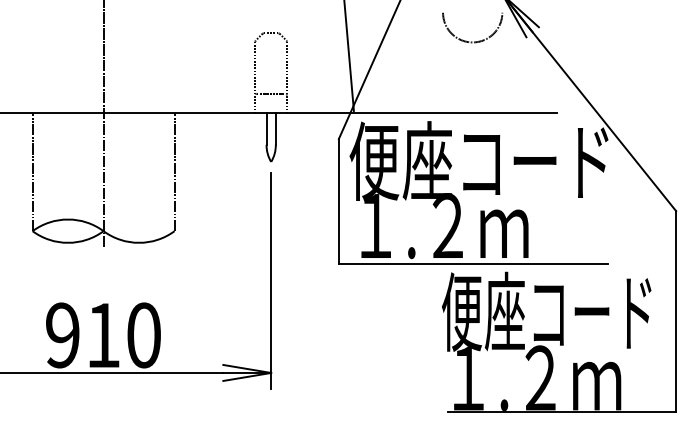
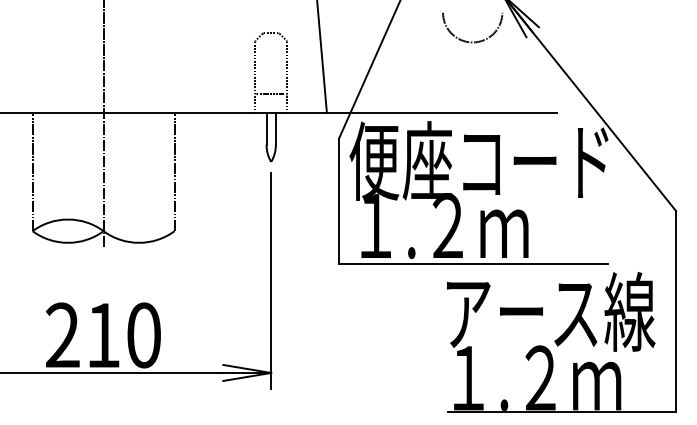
line at (348, 56) position: (348, 56) -> (321, 57)
text at (548, 311): 便座コード -> アース線
text at (62, 335): 910 -> 210
